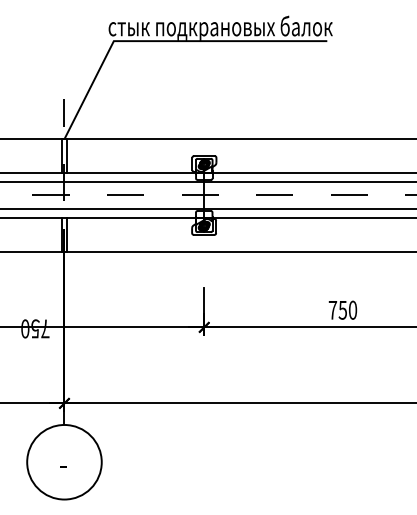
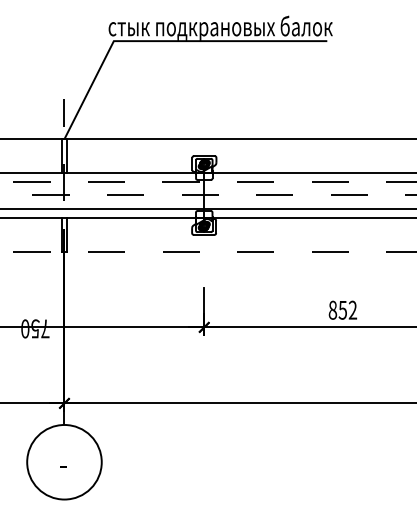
line at (208, 182): solid -> dashed
line at (208, 251): solid -> dashed
text at (342, 309): 750 -> 852
